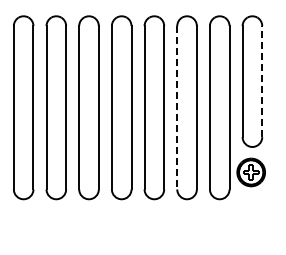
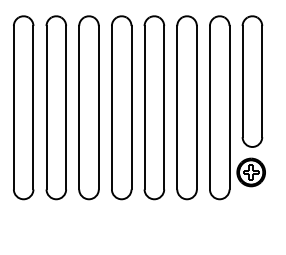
line at (262, 81): dashed -> solid
line at (177, 107): dashed -> solid
